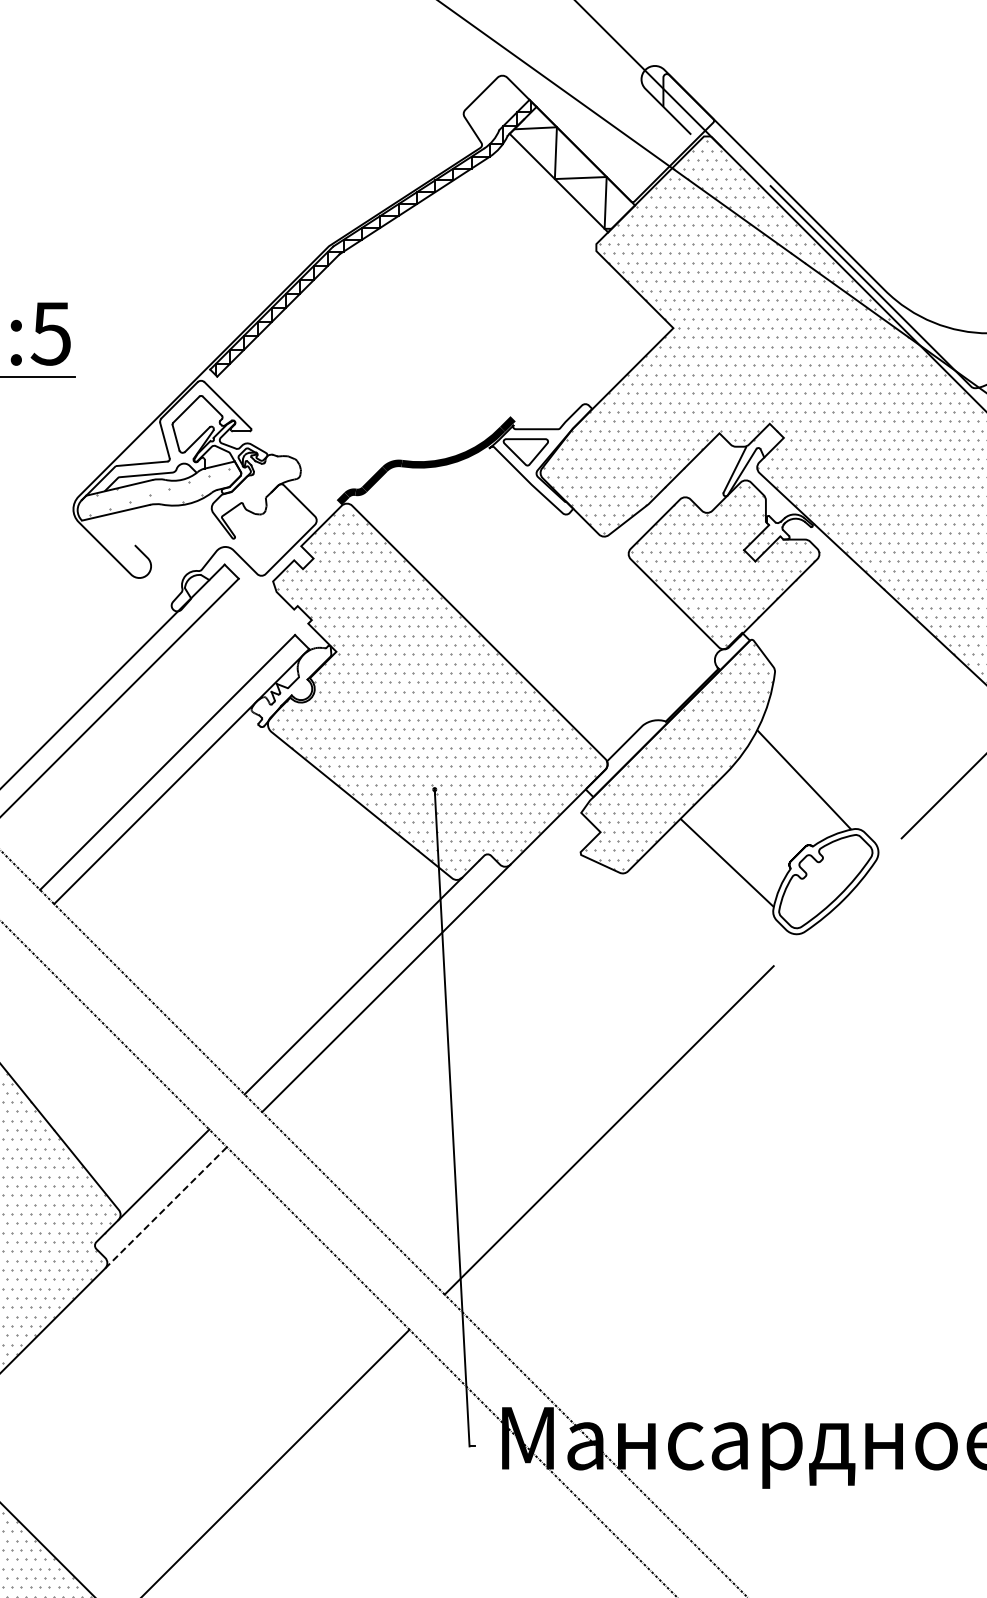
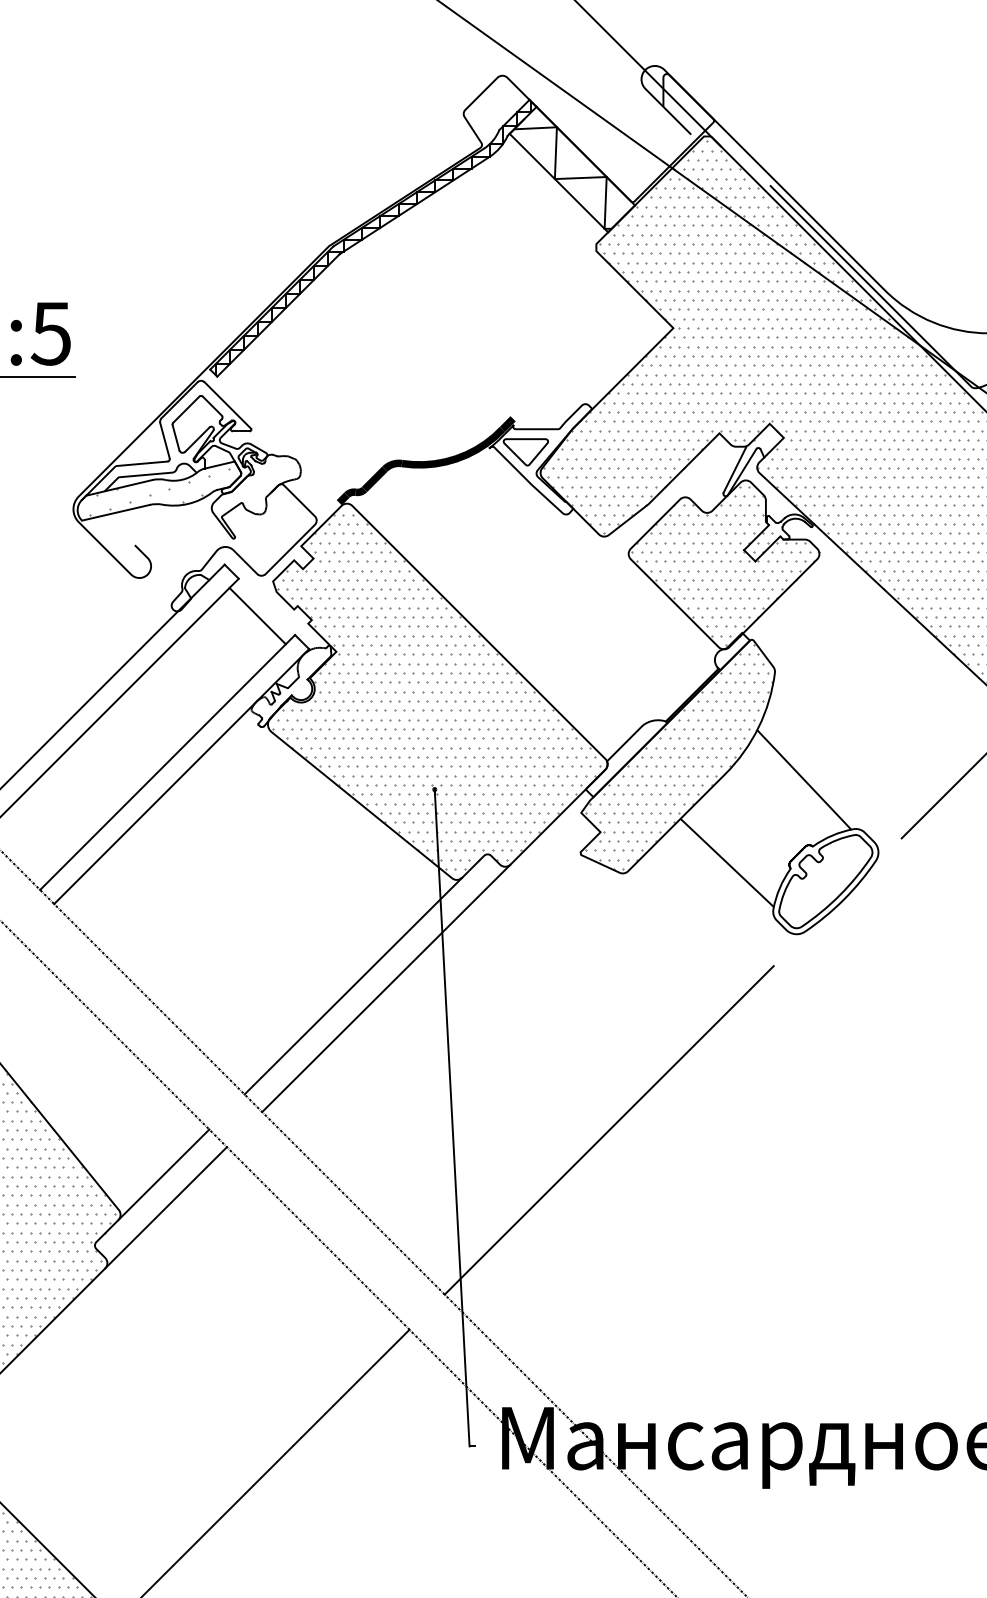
line at (257, 615): none -> present
line at (166, 1207): dashed -> solid
